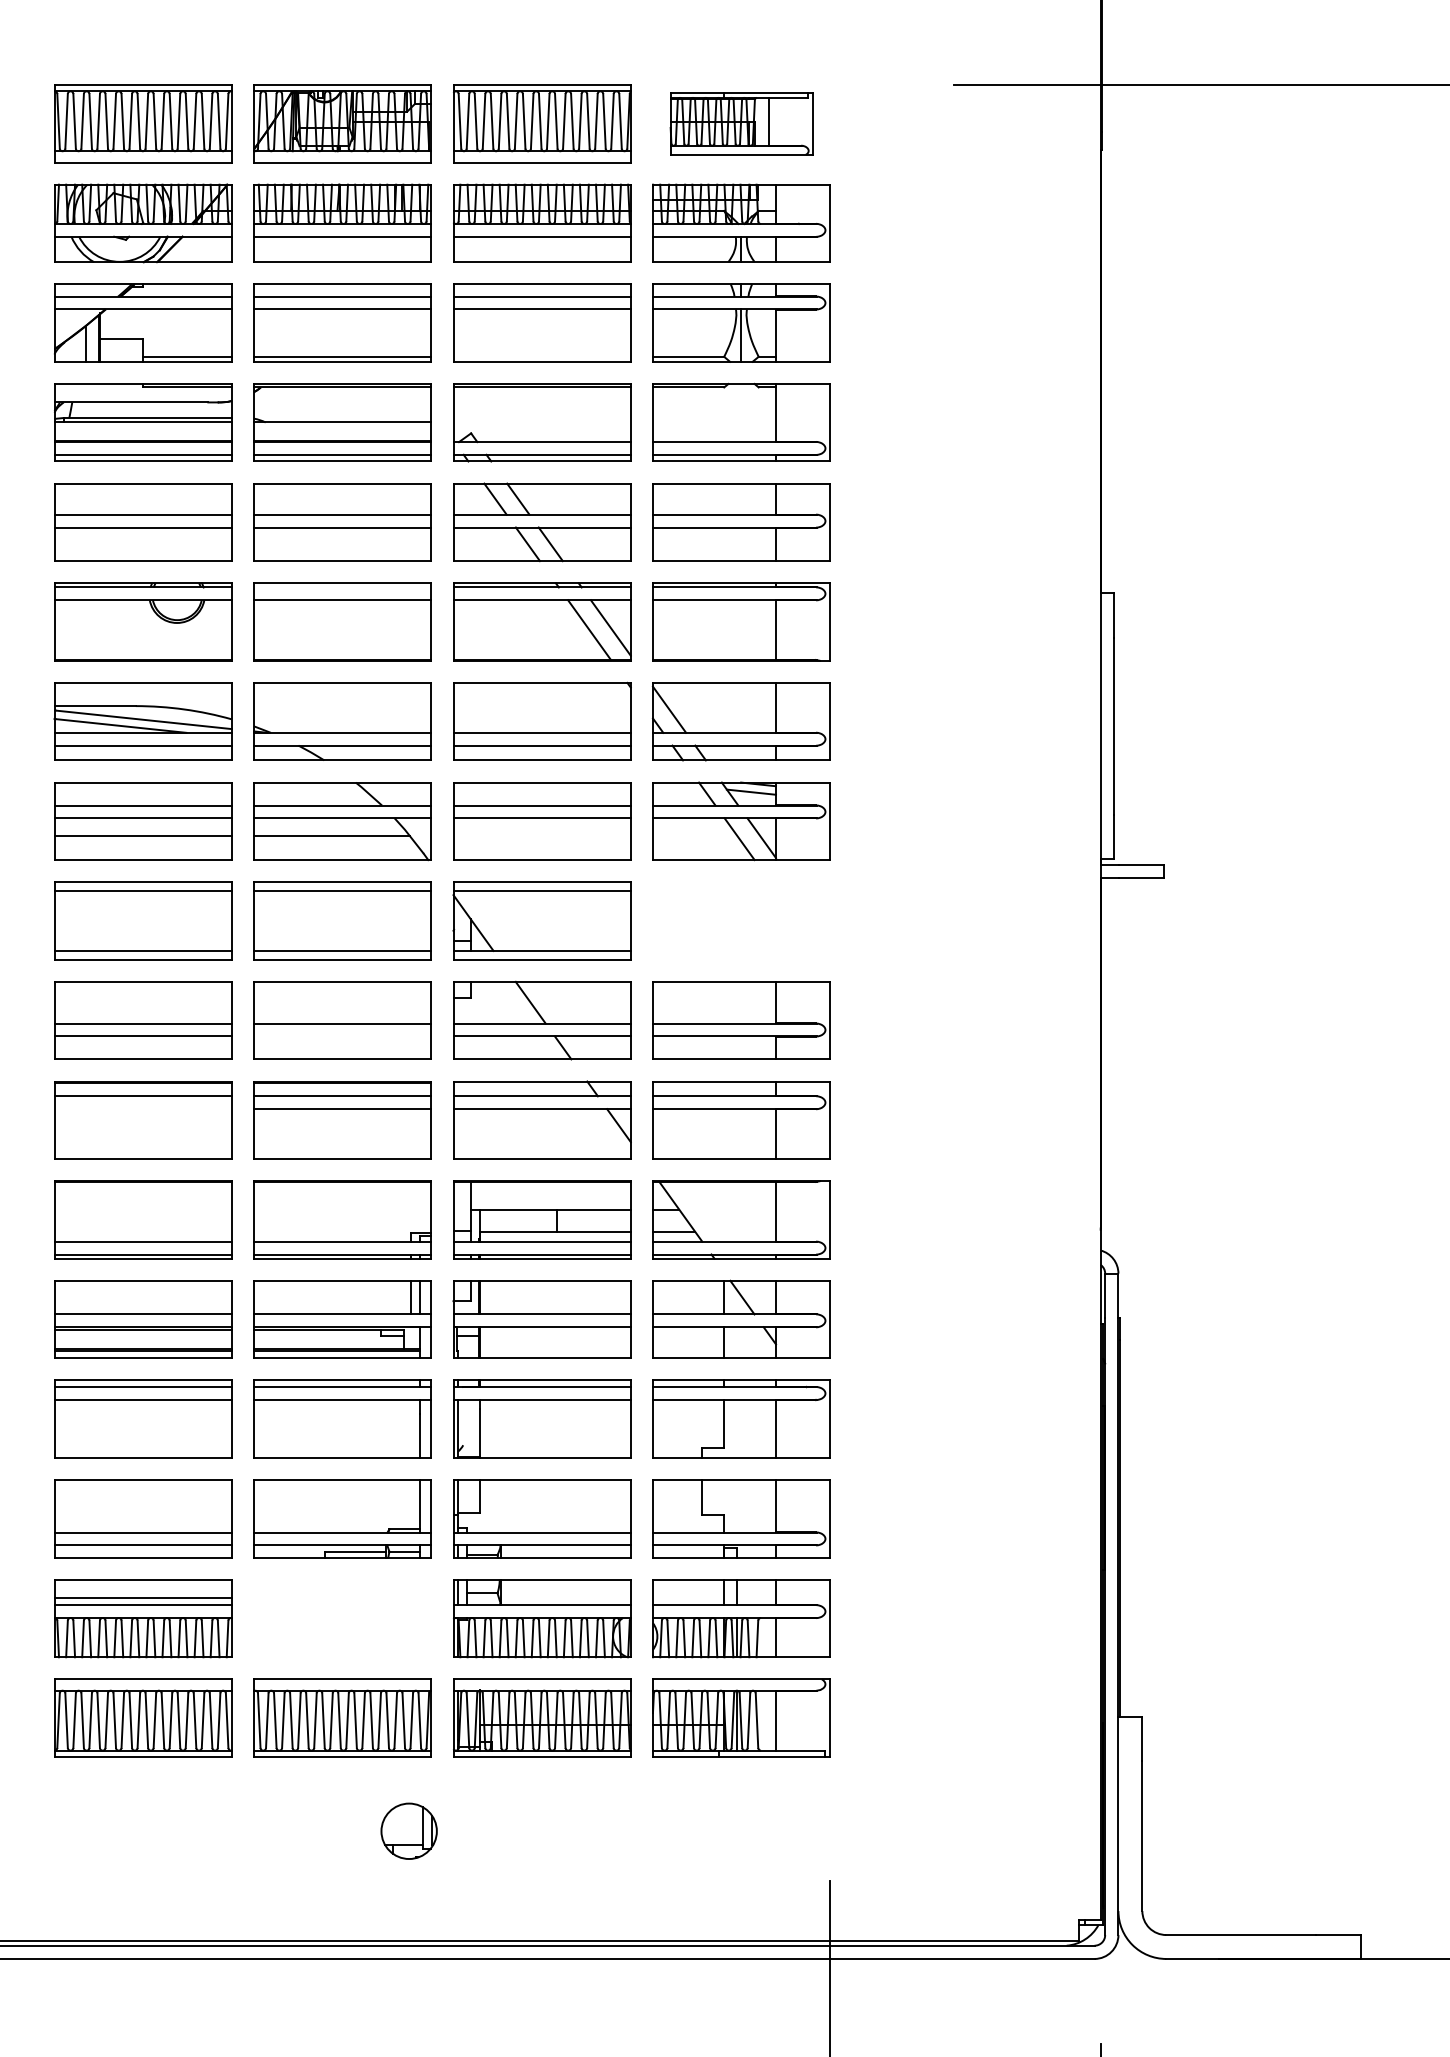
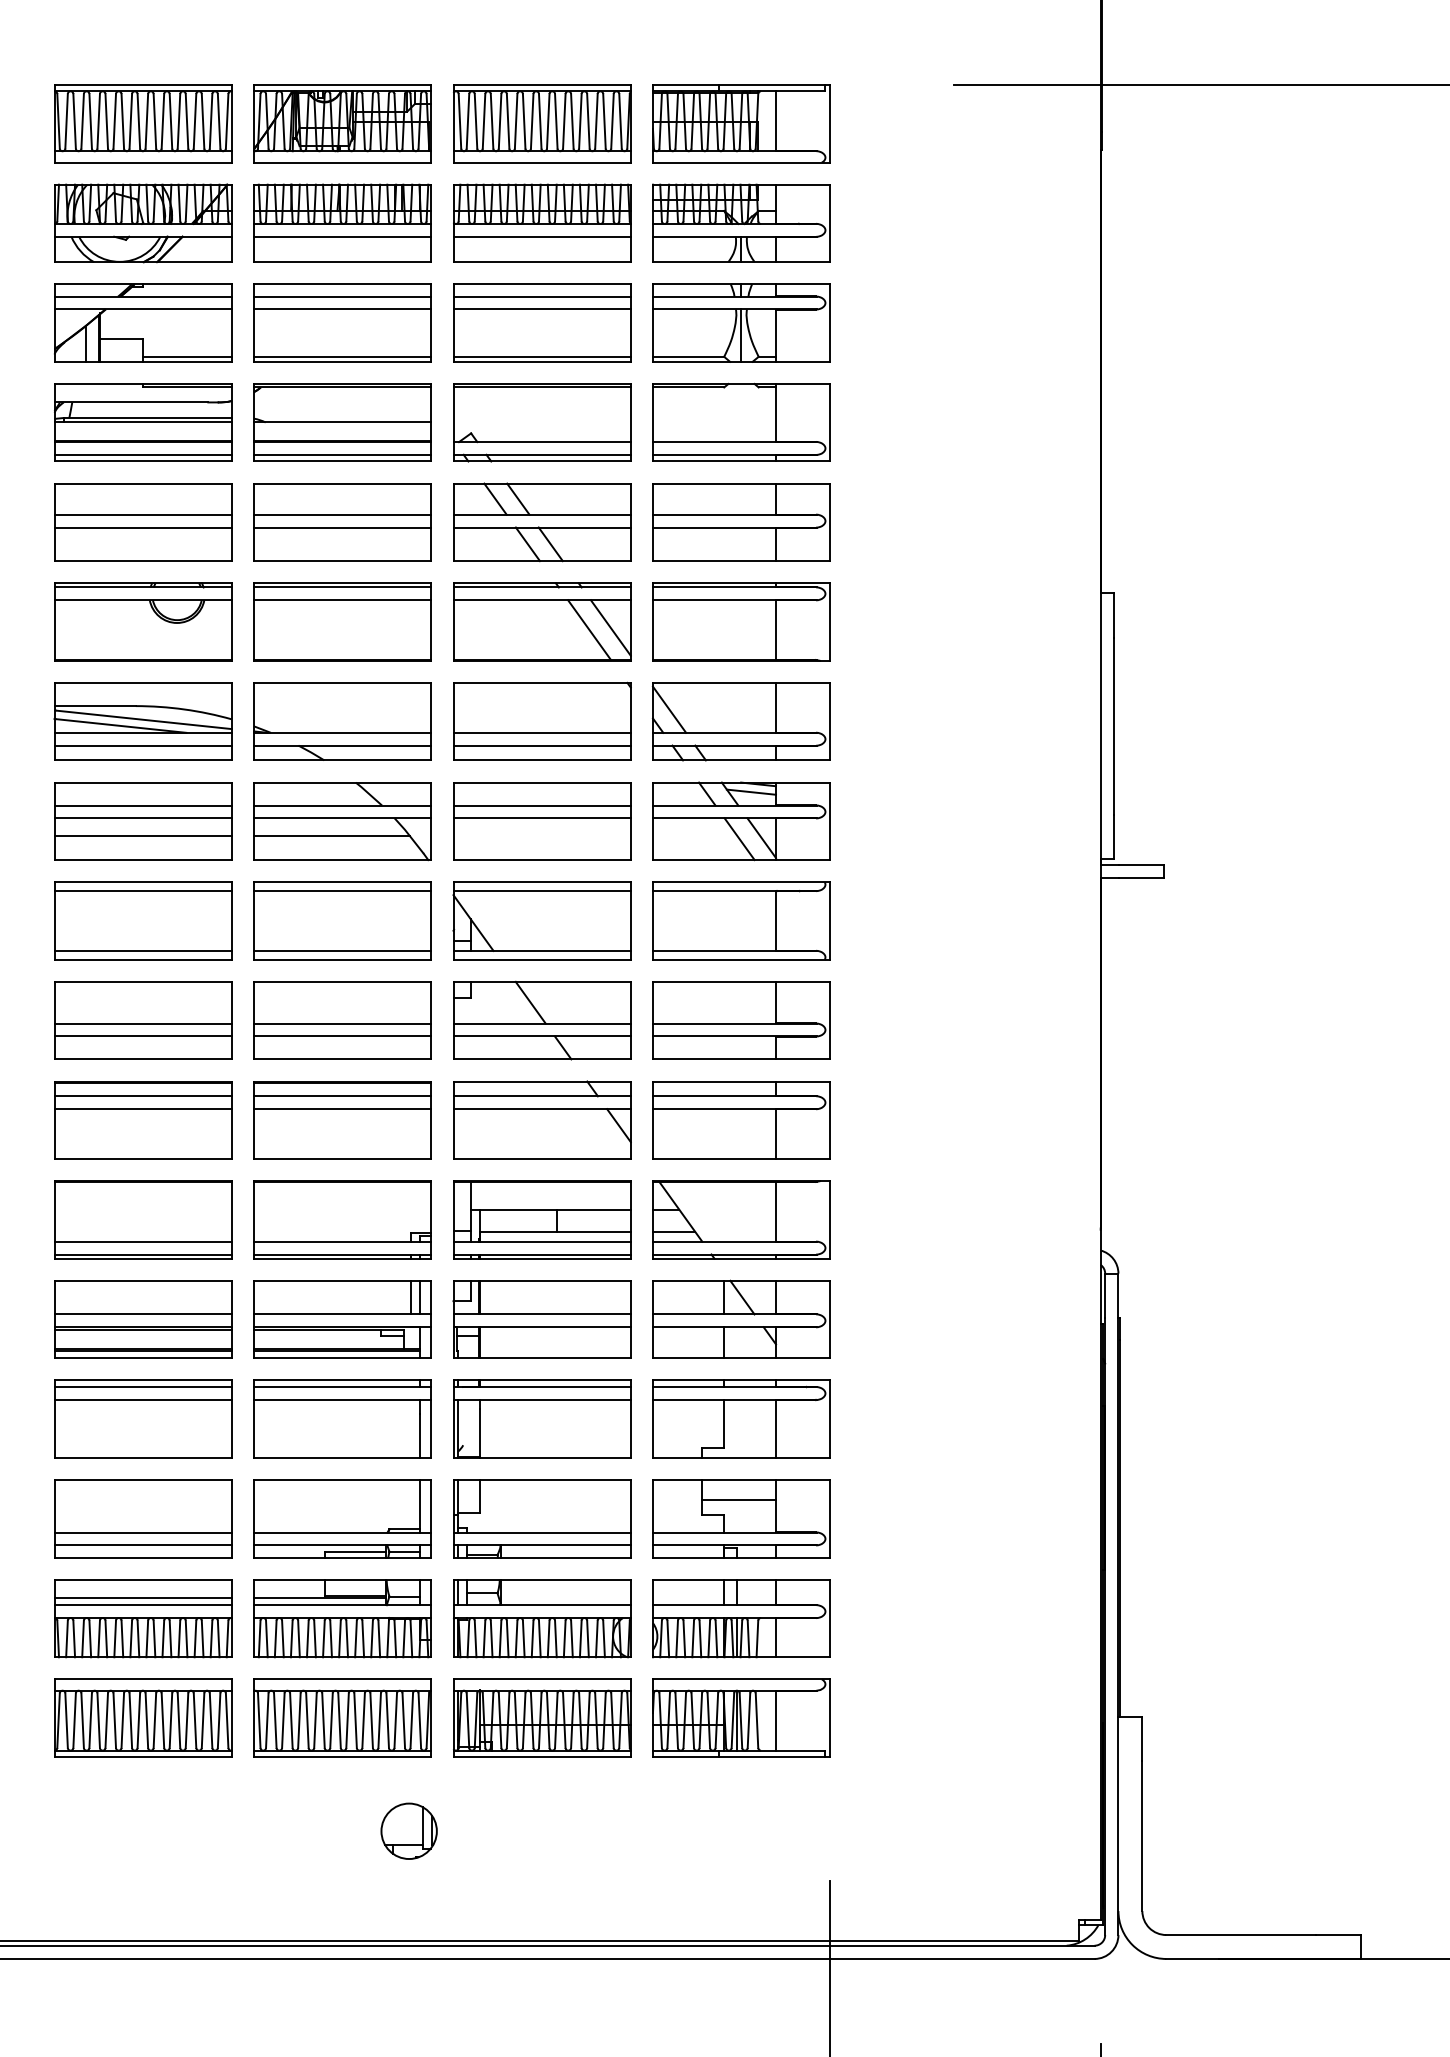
part at (741, 123) size: 145x64 px -> 179x80 px
line at (541, 356): none -> present
line at (342, 587): none -> present
part at (741, 920): none -> present
line at (342, 1036): none -> present
line at (142, 1109): none -> present
line at (738, 1500): none -> present
part at (342, 1618): none -> present
